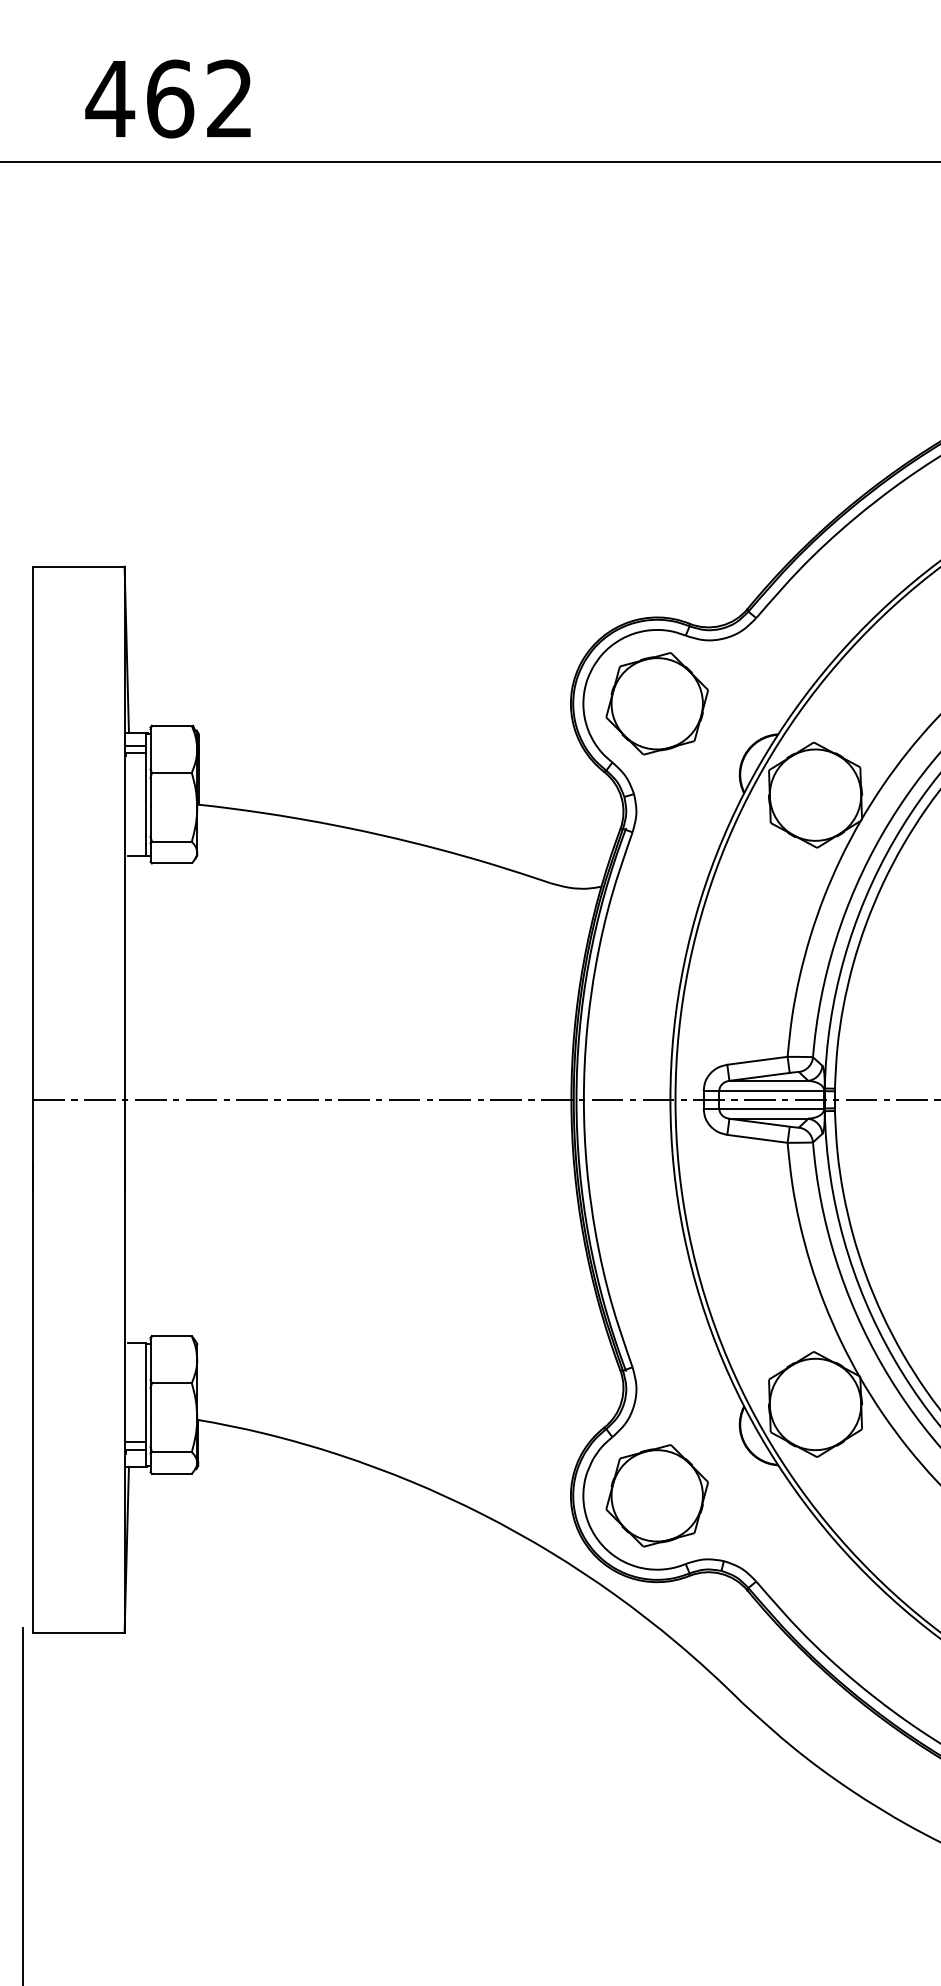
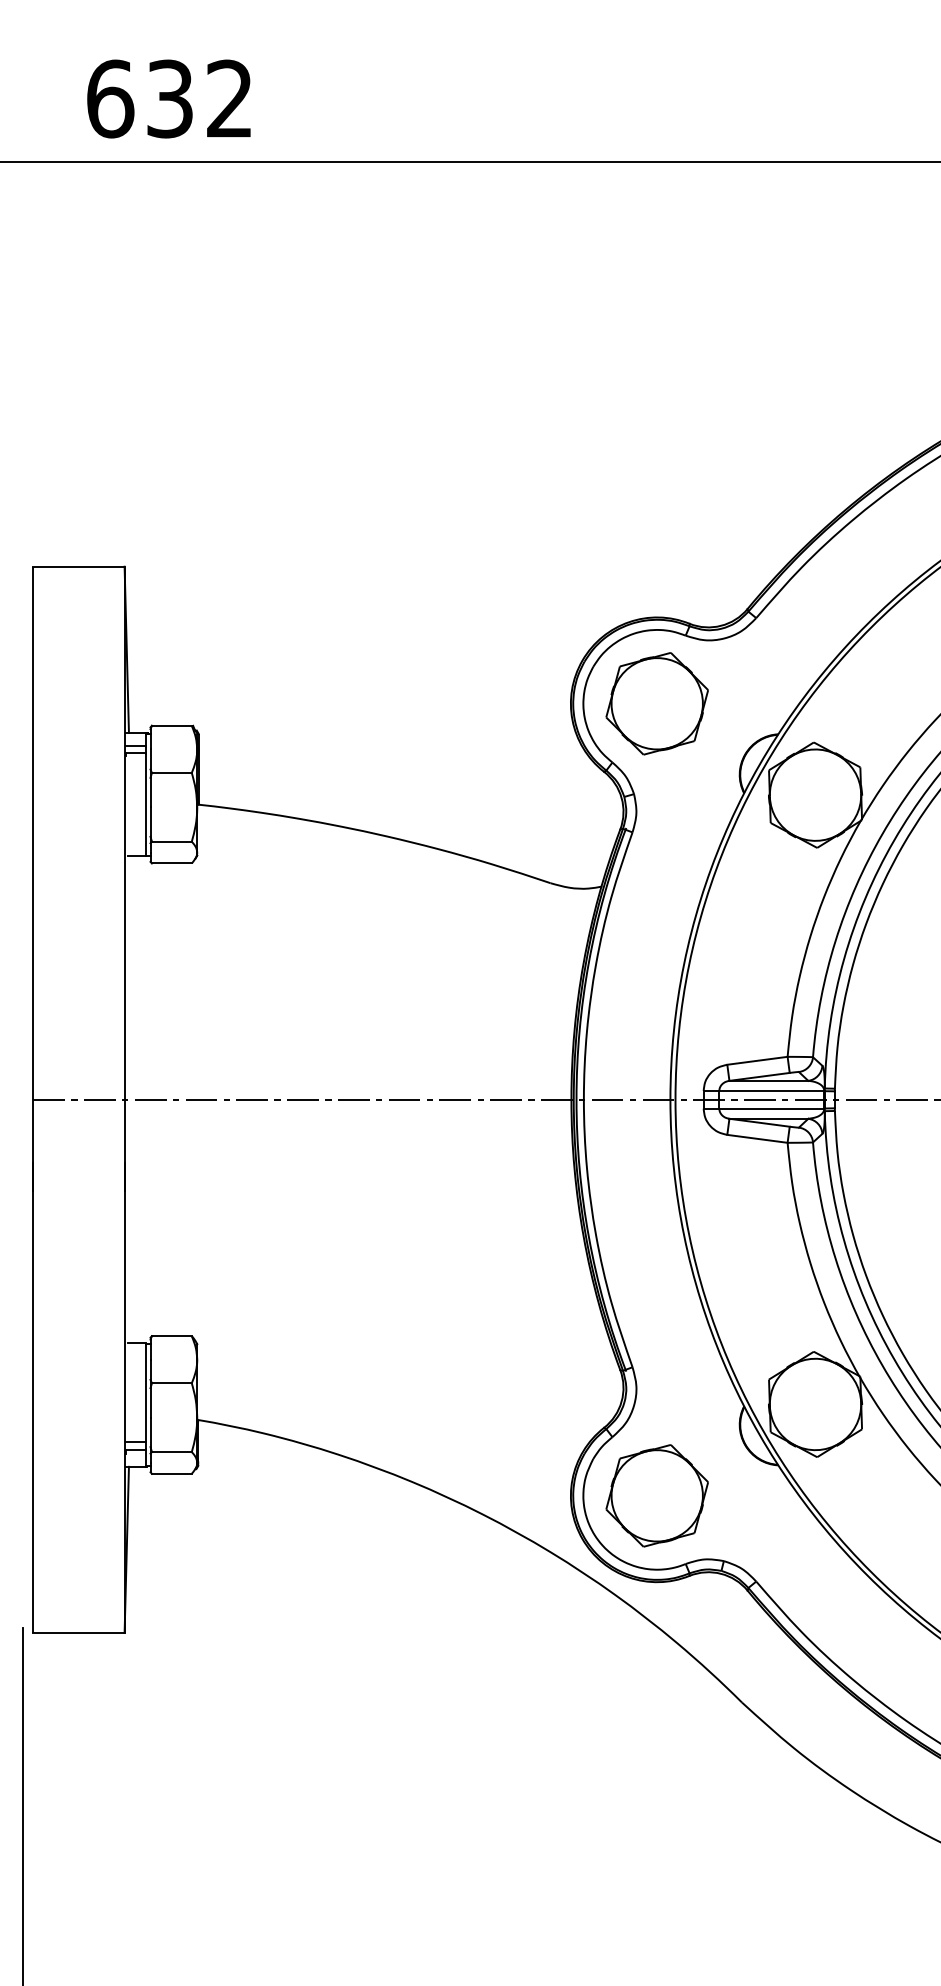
text at (139, 98): 462 -> 632
